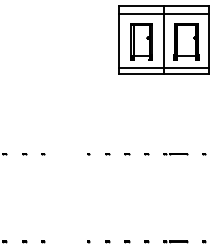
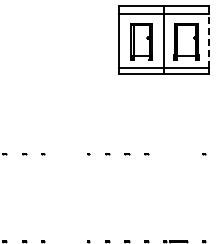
line at (208, 40): solid -> dashed
line at (175, 154): present -> none
